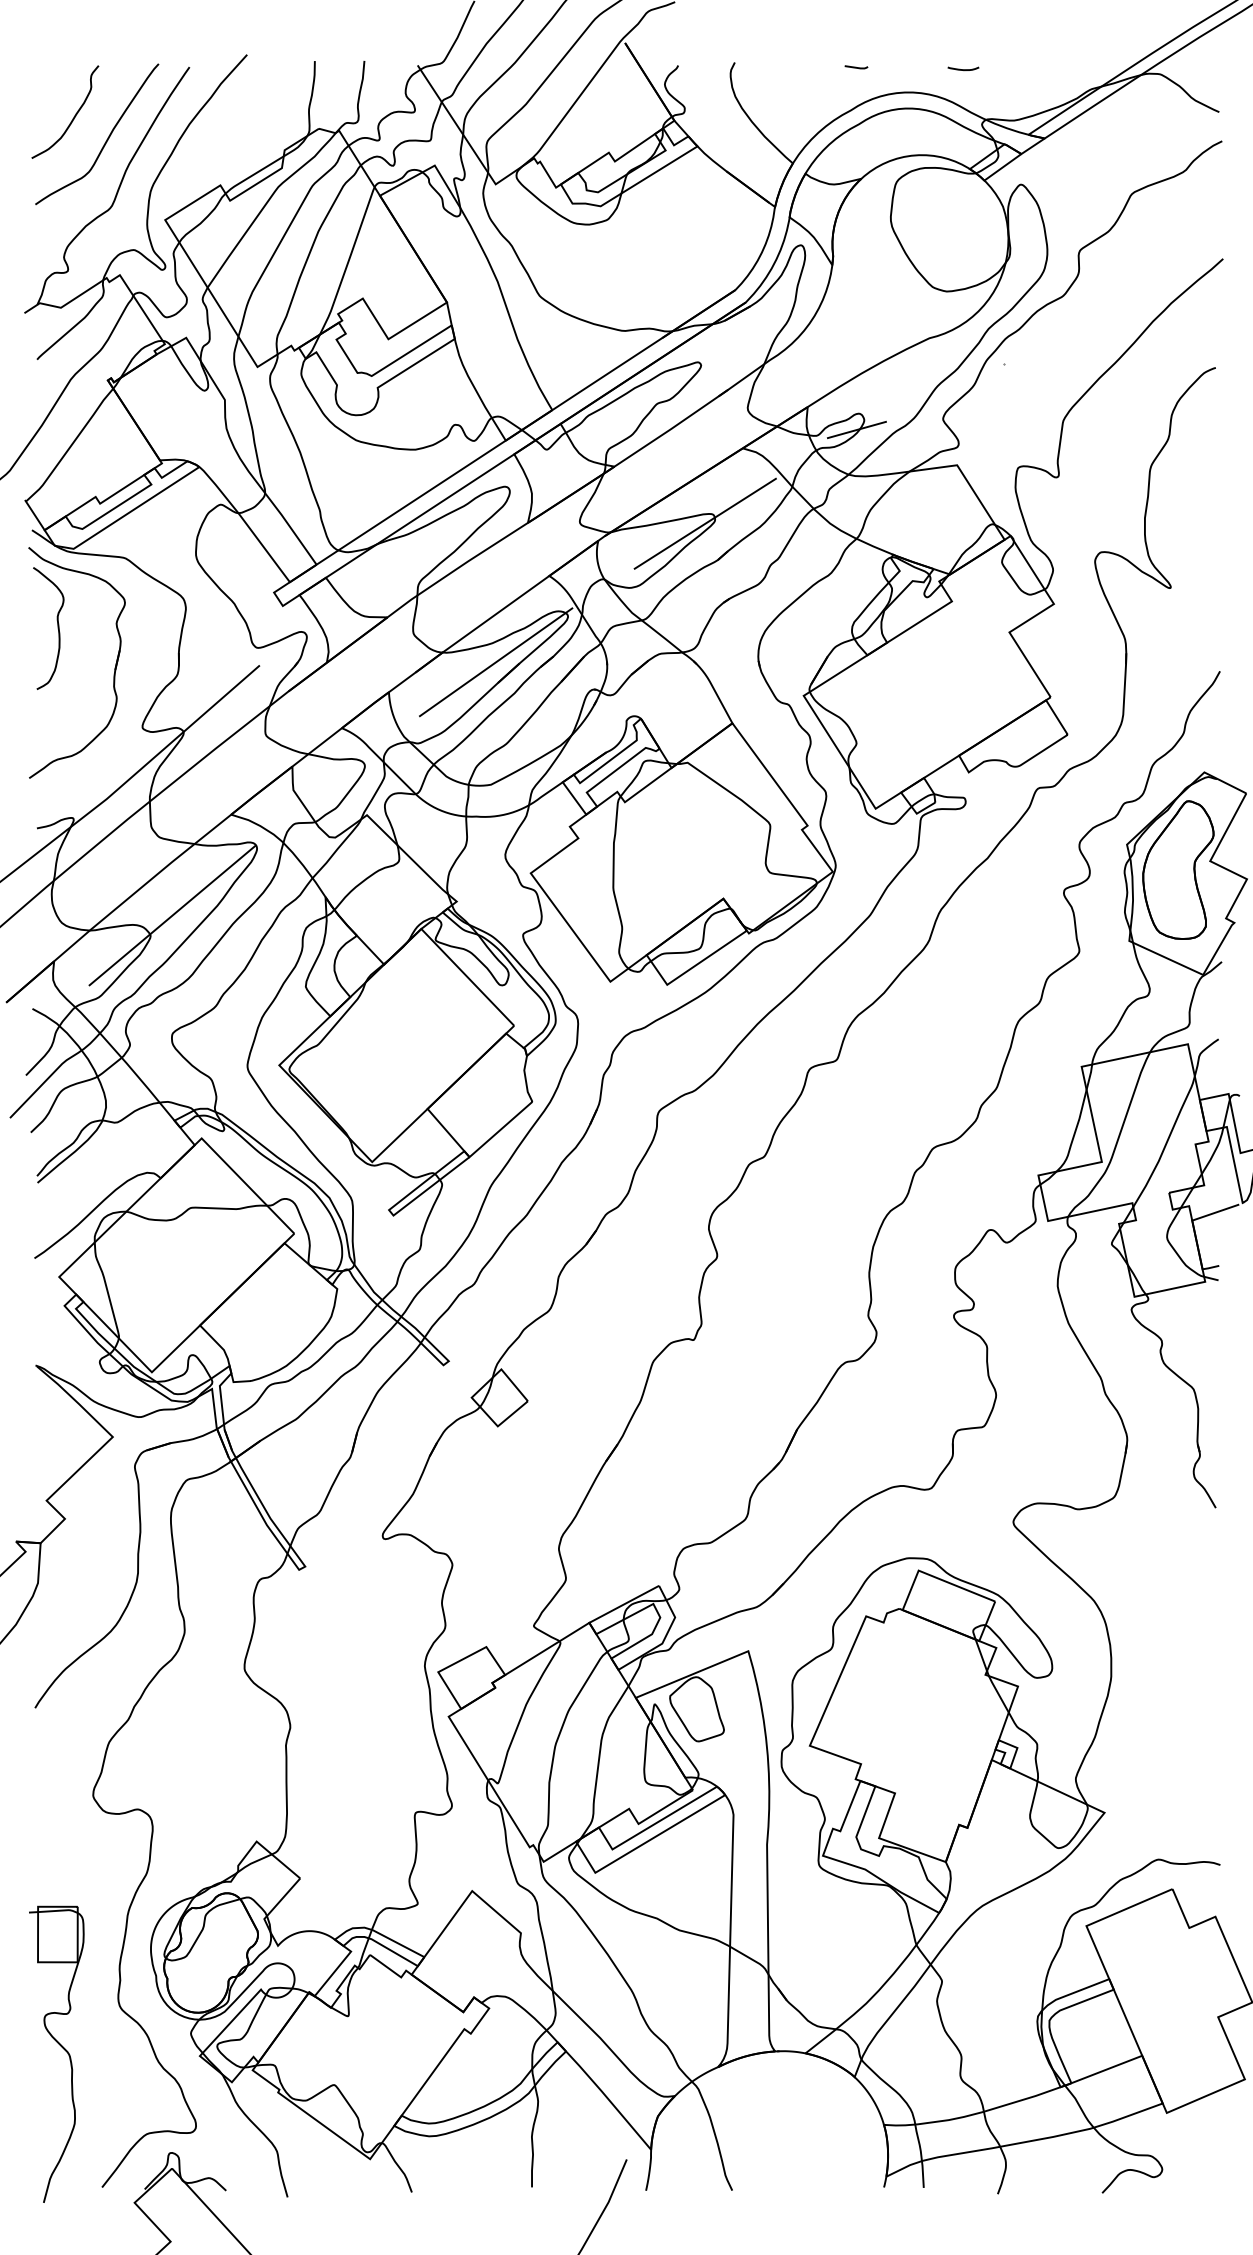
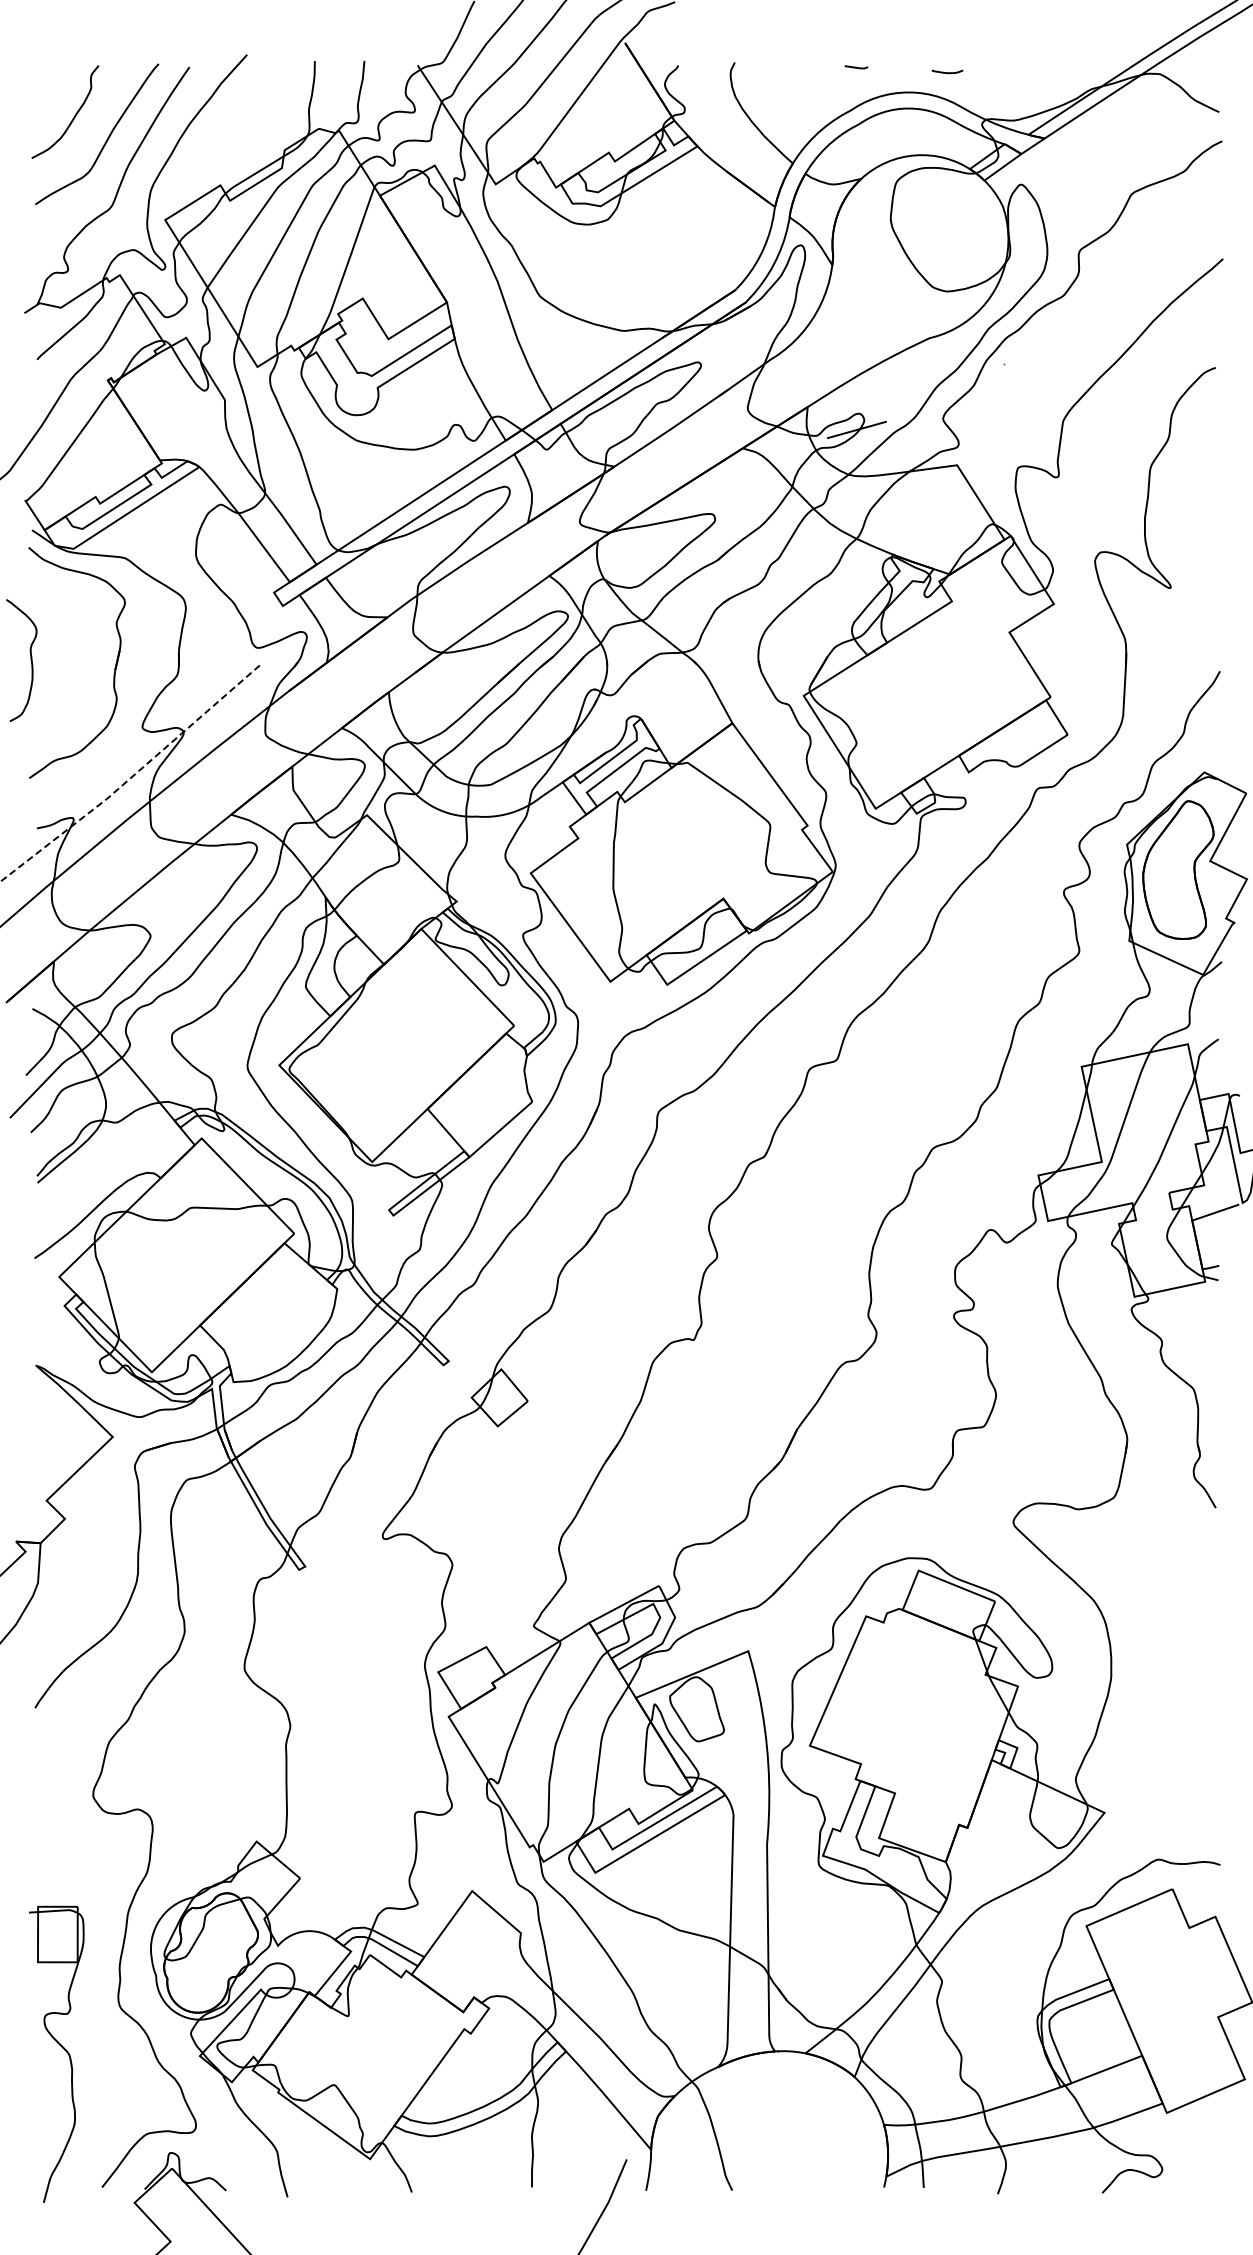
curve at (963, 69) position: (963, 69) -> (947, 72)
line at (704, 523): present -> none
curve at (57, 628) position: (57, 628) -> (30, 660)
line at (495, 662): present -> none
line at (132, 776): solid -> dashed
line at (172, 915): present -> none
